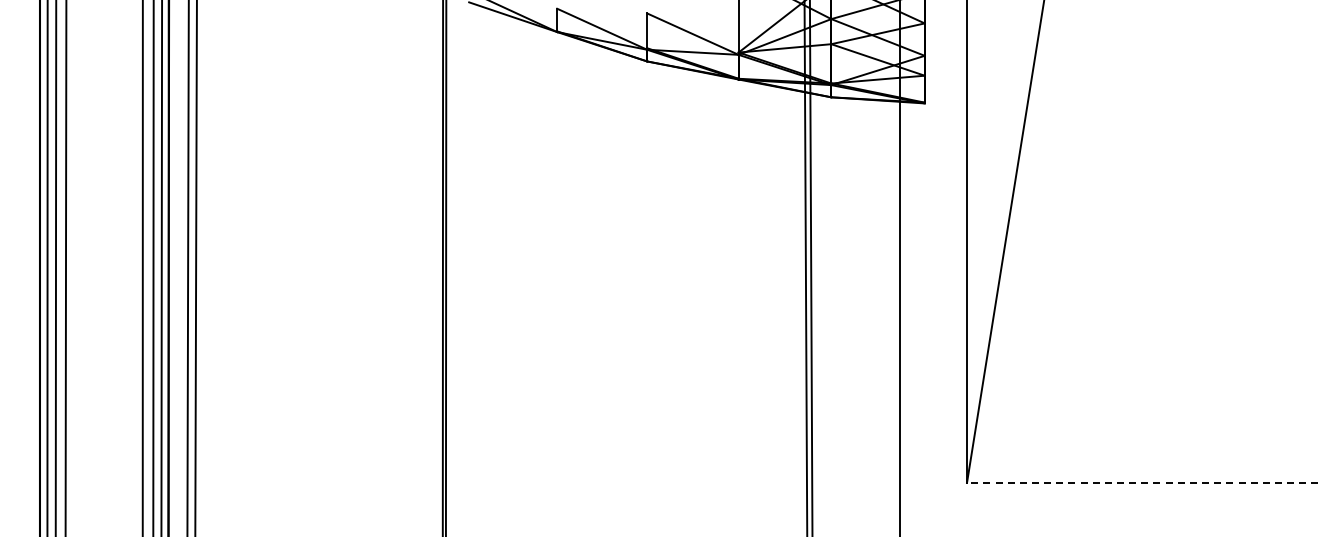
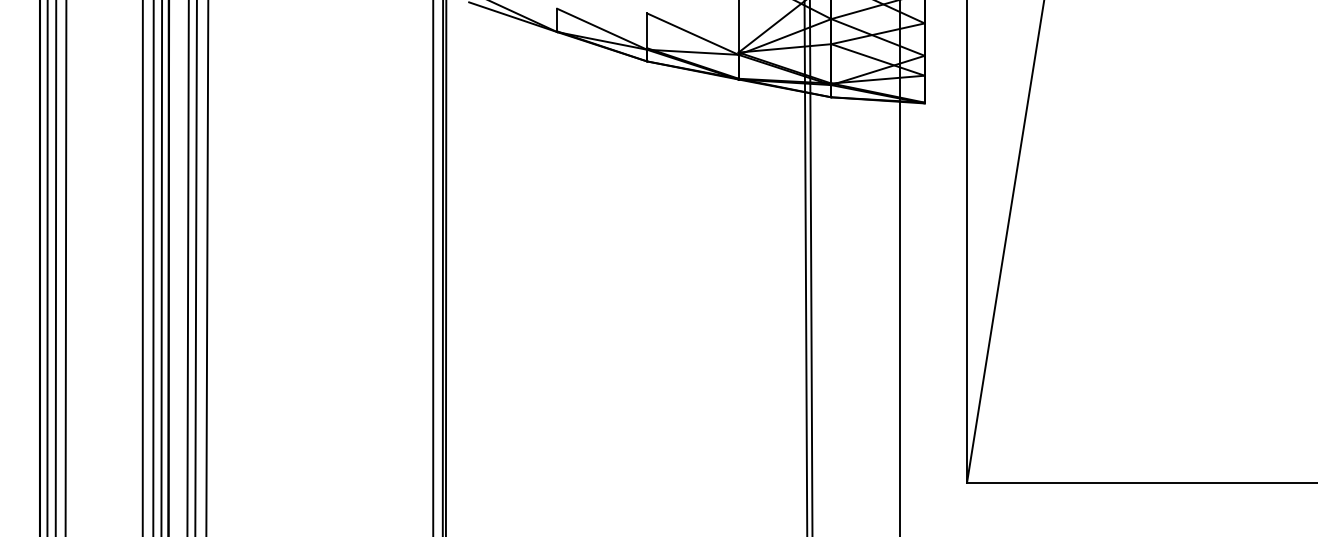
line at (207, 267): none -> present
line at (433, 267): none -> present
line at (1141, 482): dashed -> solid
